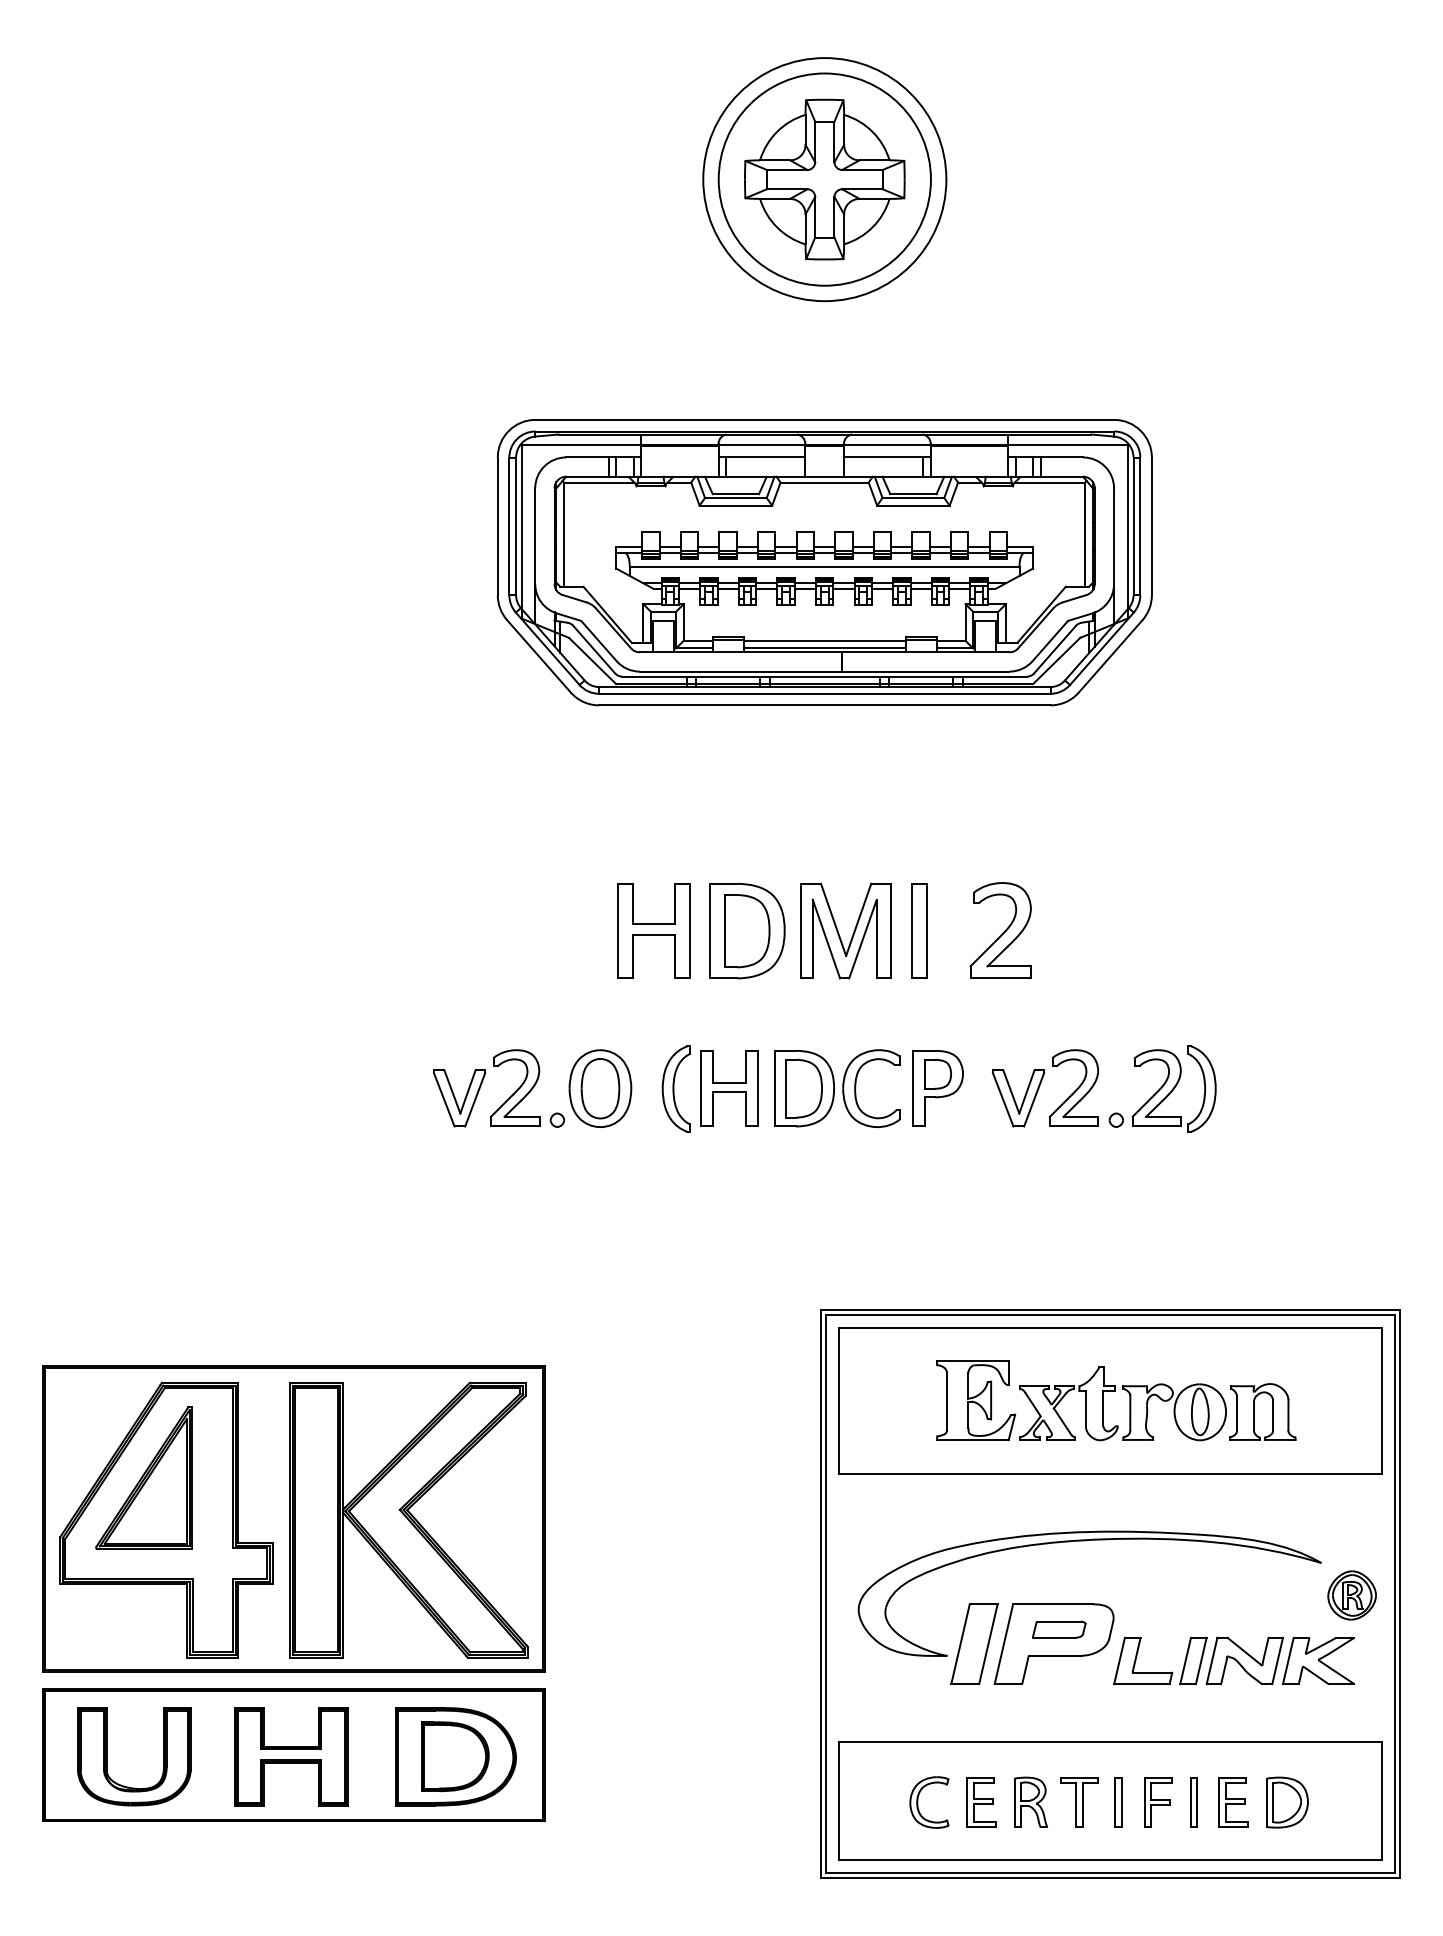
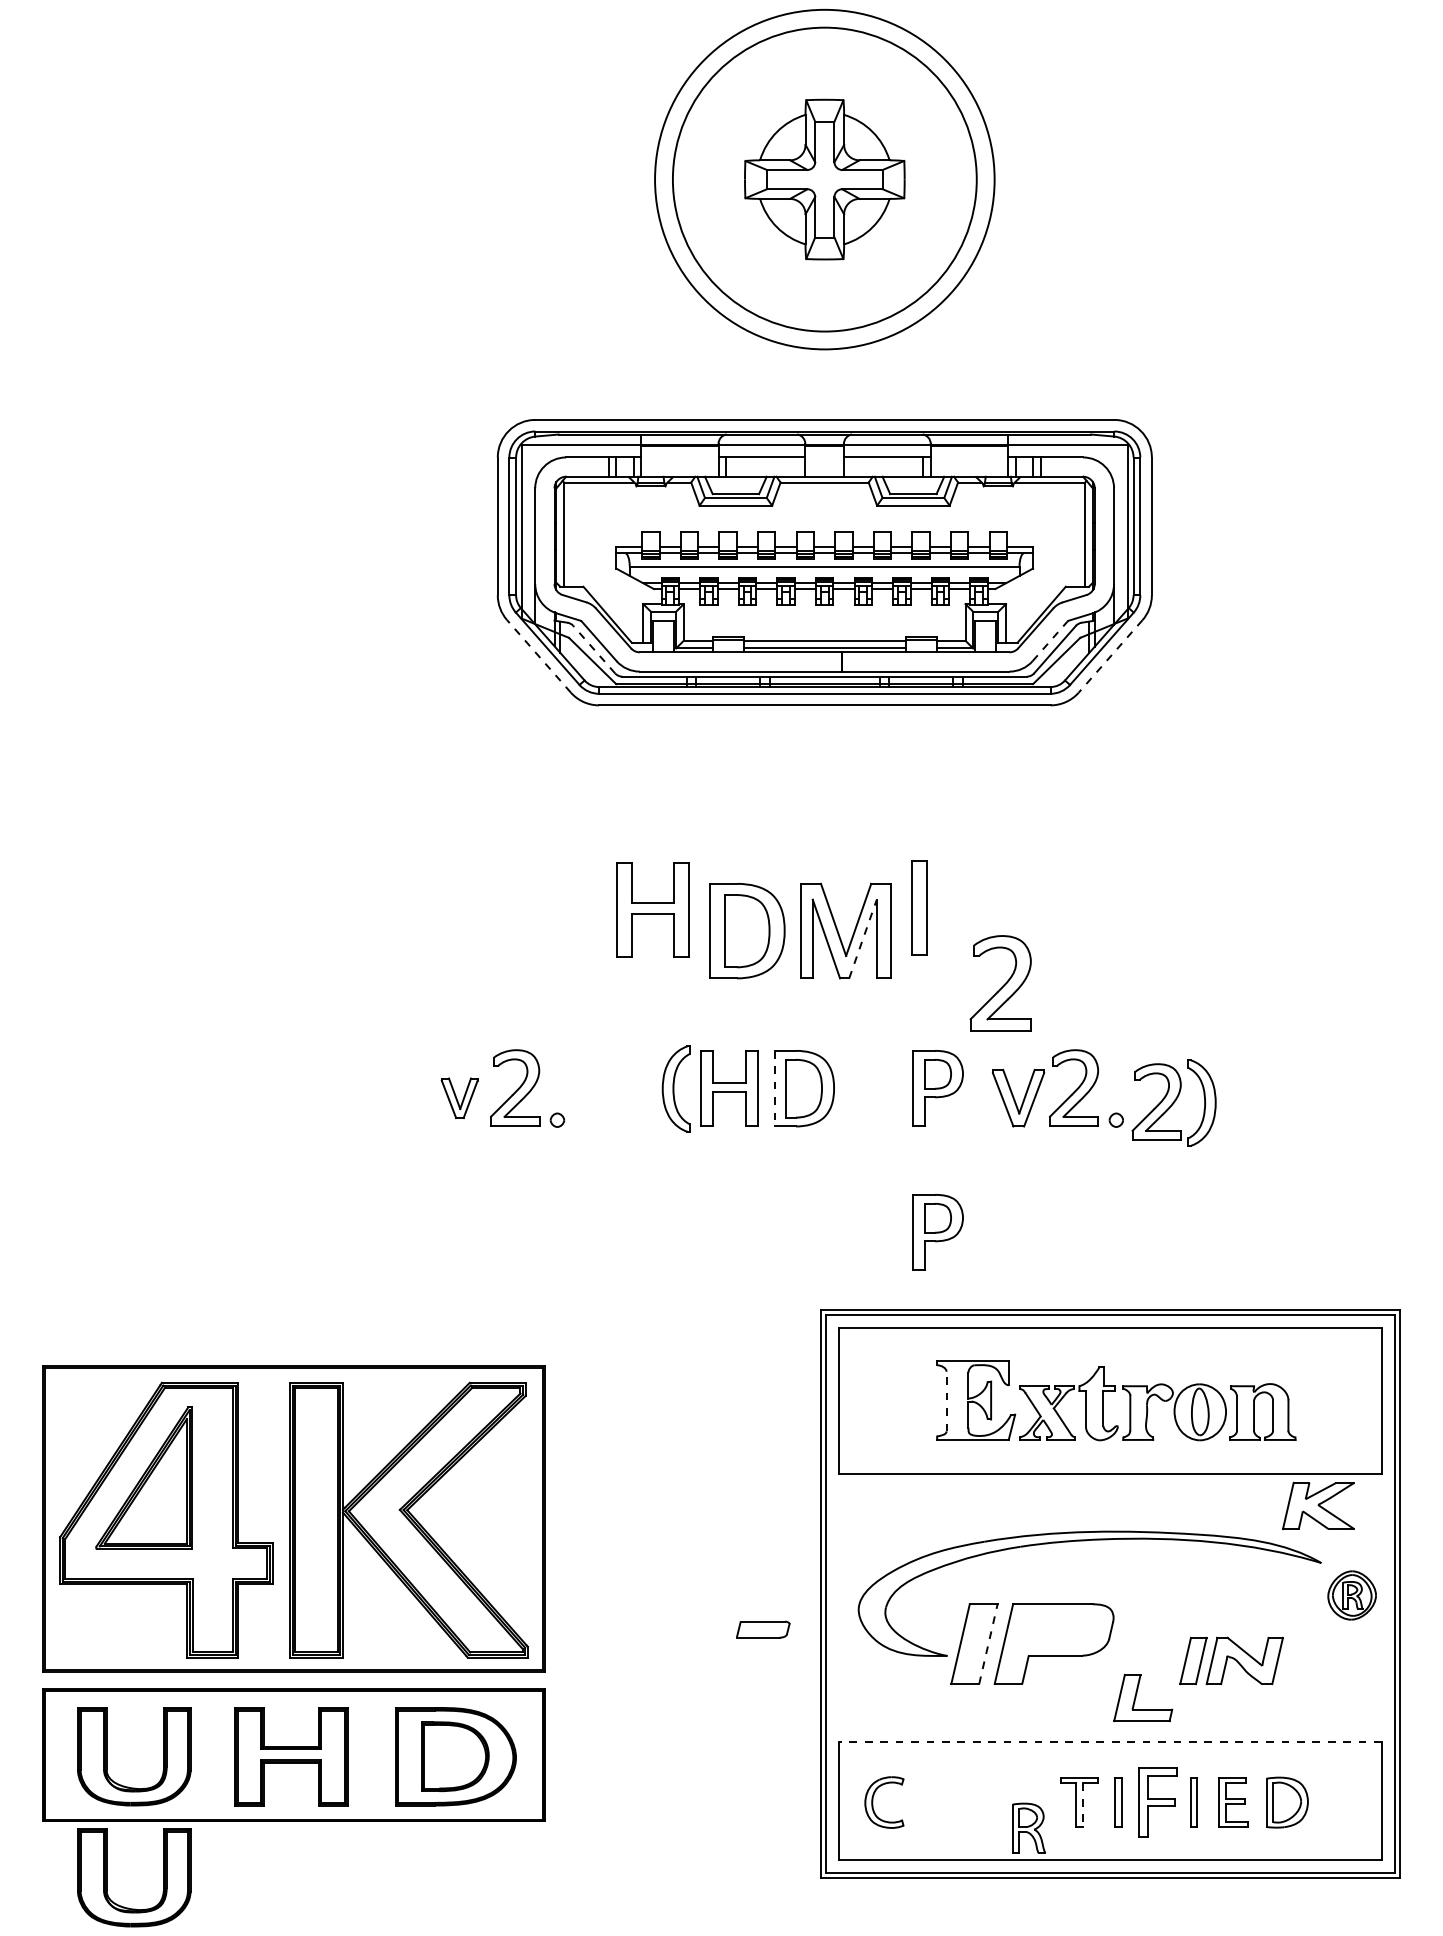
circle at (824, 179) diameter: 212 px -> 340 px
circle at (824, 179) diameter: 243 px -> 304 px
line at (1050, 641): solid -> dashed
line at (594, 649): solid -> dashed
line at (538, 656): solid -> dashed
line at (1110, 656): solid -> dashed
part at (653, 930) position: (653, 930) -> (652, 909)
part at (919, 930) position: (919, 930) -> (919, 907)
part at (1000, 930) position: (1000, 930) -> (1000, 983)
line at (863, 938): solid -> dashed
part at (600, 1088): present -> none
line at (774, 1088): solid -> dashed
part at (856, 1088): present -> none
part at (1173, 1088) position: (1173, 1088) -> (1173, 1102)
part at (459, 1098) size: 54x59 px -> 39x42 px
part at (937, 1232): none -> present
line at (946, 1401): solid -> dashed
part at (1059, 1629) position: (1059, 1629) -> (763, 1629)
line at (988, 1644): solid -> dashed
part at (1136, 1660) position: (1136, 1660) -> (1136, 1697)
part at (1318, 1660) position: (1318, 1660) -> (1318, 1505)
line at (1109, 1742): solid -> dashed
part at (1030, 1801) position: (1030, 1801) -> (1028, 1827)
part at (918, 1802) position: (918, 1802) -> (873, 1802)
part at (981, 1802): present -> none
part at (1158, 1802) size: 29x51 px -> 40x71 px
line at (1082, 1805): solid -> dashed
part at (107, 1877): none -> present
